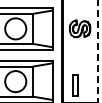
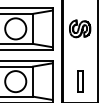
line at (98, 51): dashed -> solid
part at (75, 85) position: (75, 85) -> (80, 81)
